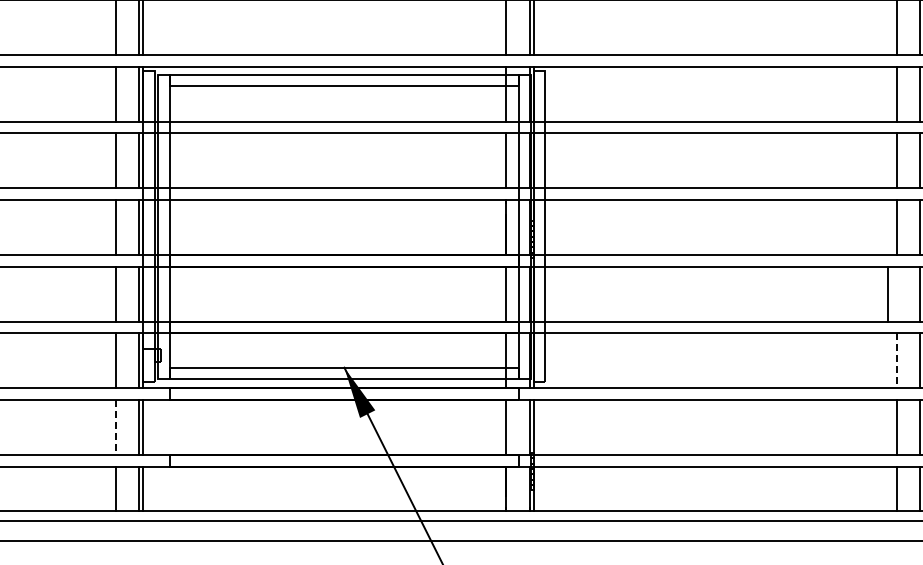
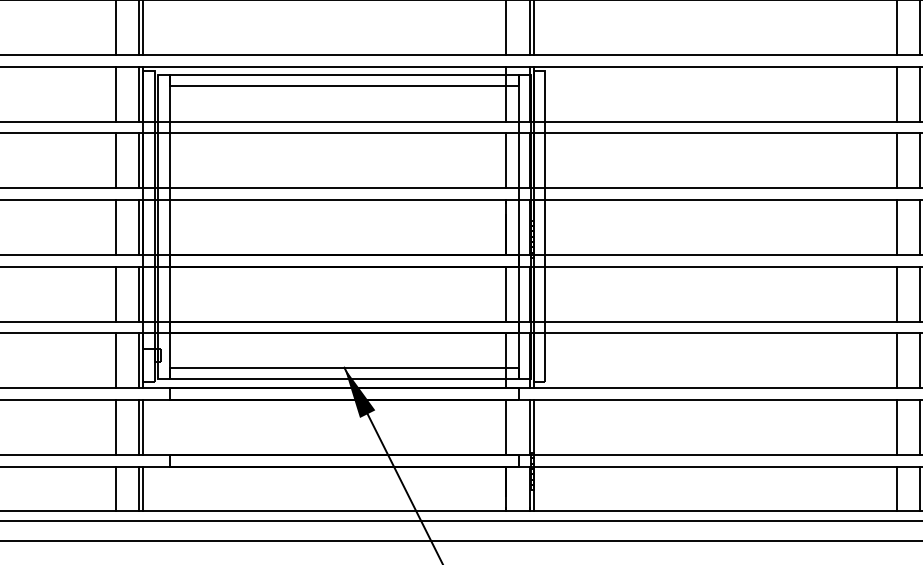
line at (887, 293) position: (887, 293) -> (896, 293)
line at (896, 360): dashed -> solid
line at (115, 427): dashed -> solid
